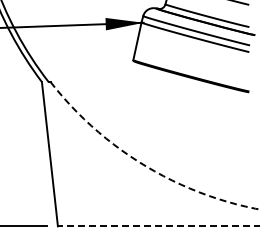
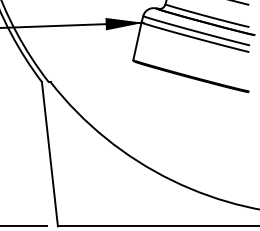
arc at (143, 164): dashed -> solid
line at (158, 226): dashed -> solid
